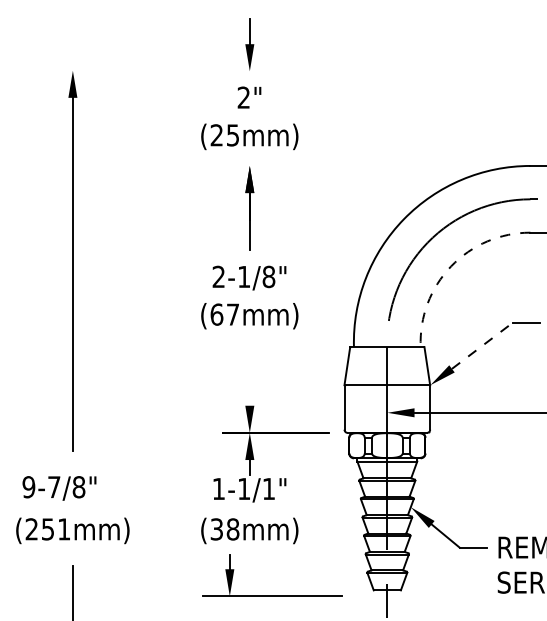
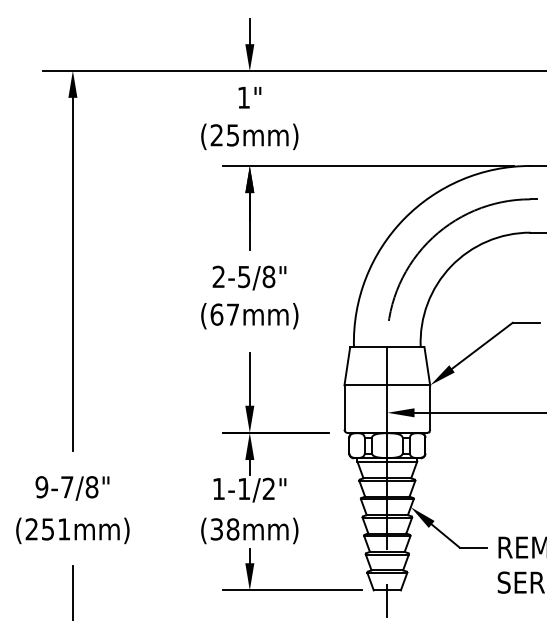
line at (293, 70): none -> present
text at (243, 97): 2" -> 1"
line at (367, 165): none -> present
arc at (451, 266): dashed -> solid
text at (244, 277): 2-1/8" -> 2-5/8"
line at (482, 345): dashed -> solid
line at (249, 378): none -> present
text at (59, 488) position: (59, 488) -> (72, 488)
text at (268, 488): 1-1/1" -> 1-1/2"
part at (272, 595) position: (272, 595) -> (292, 589)
